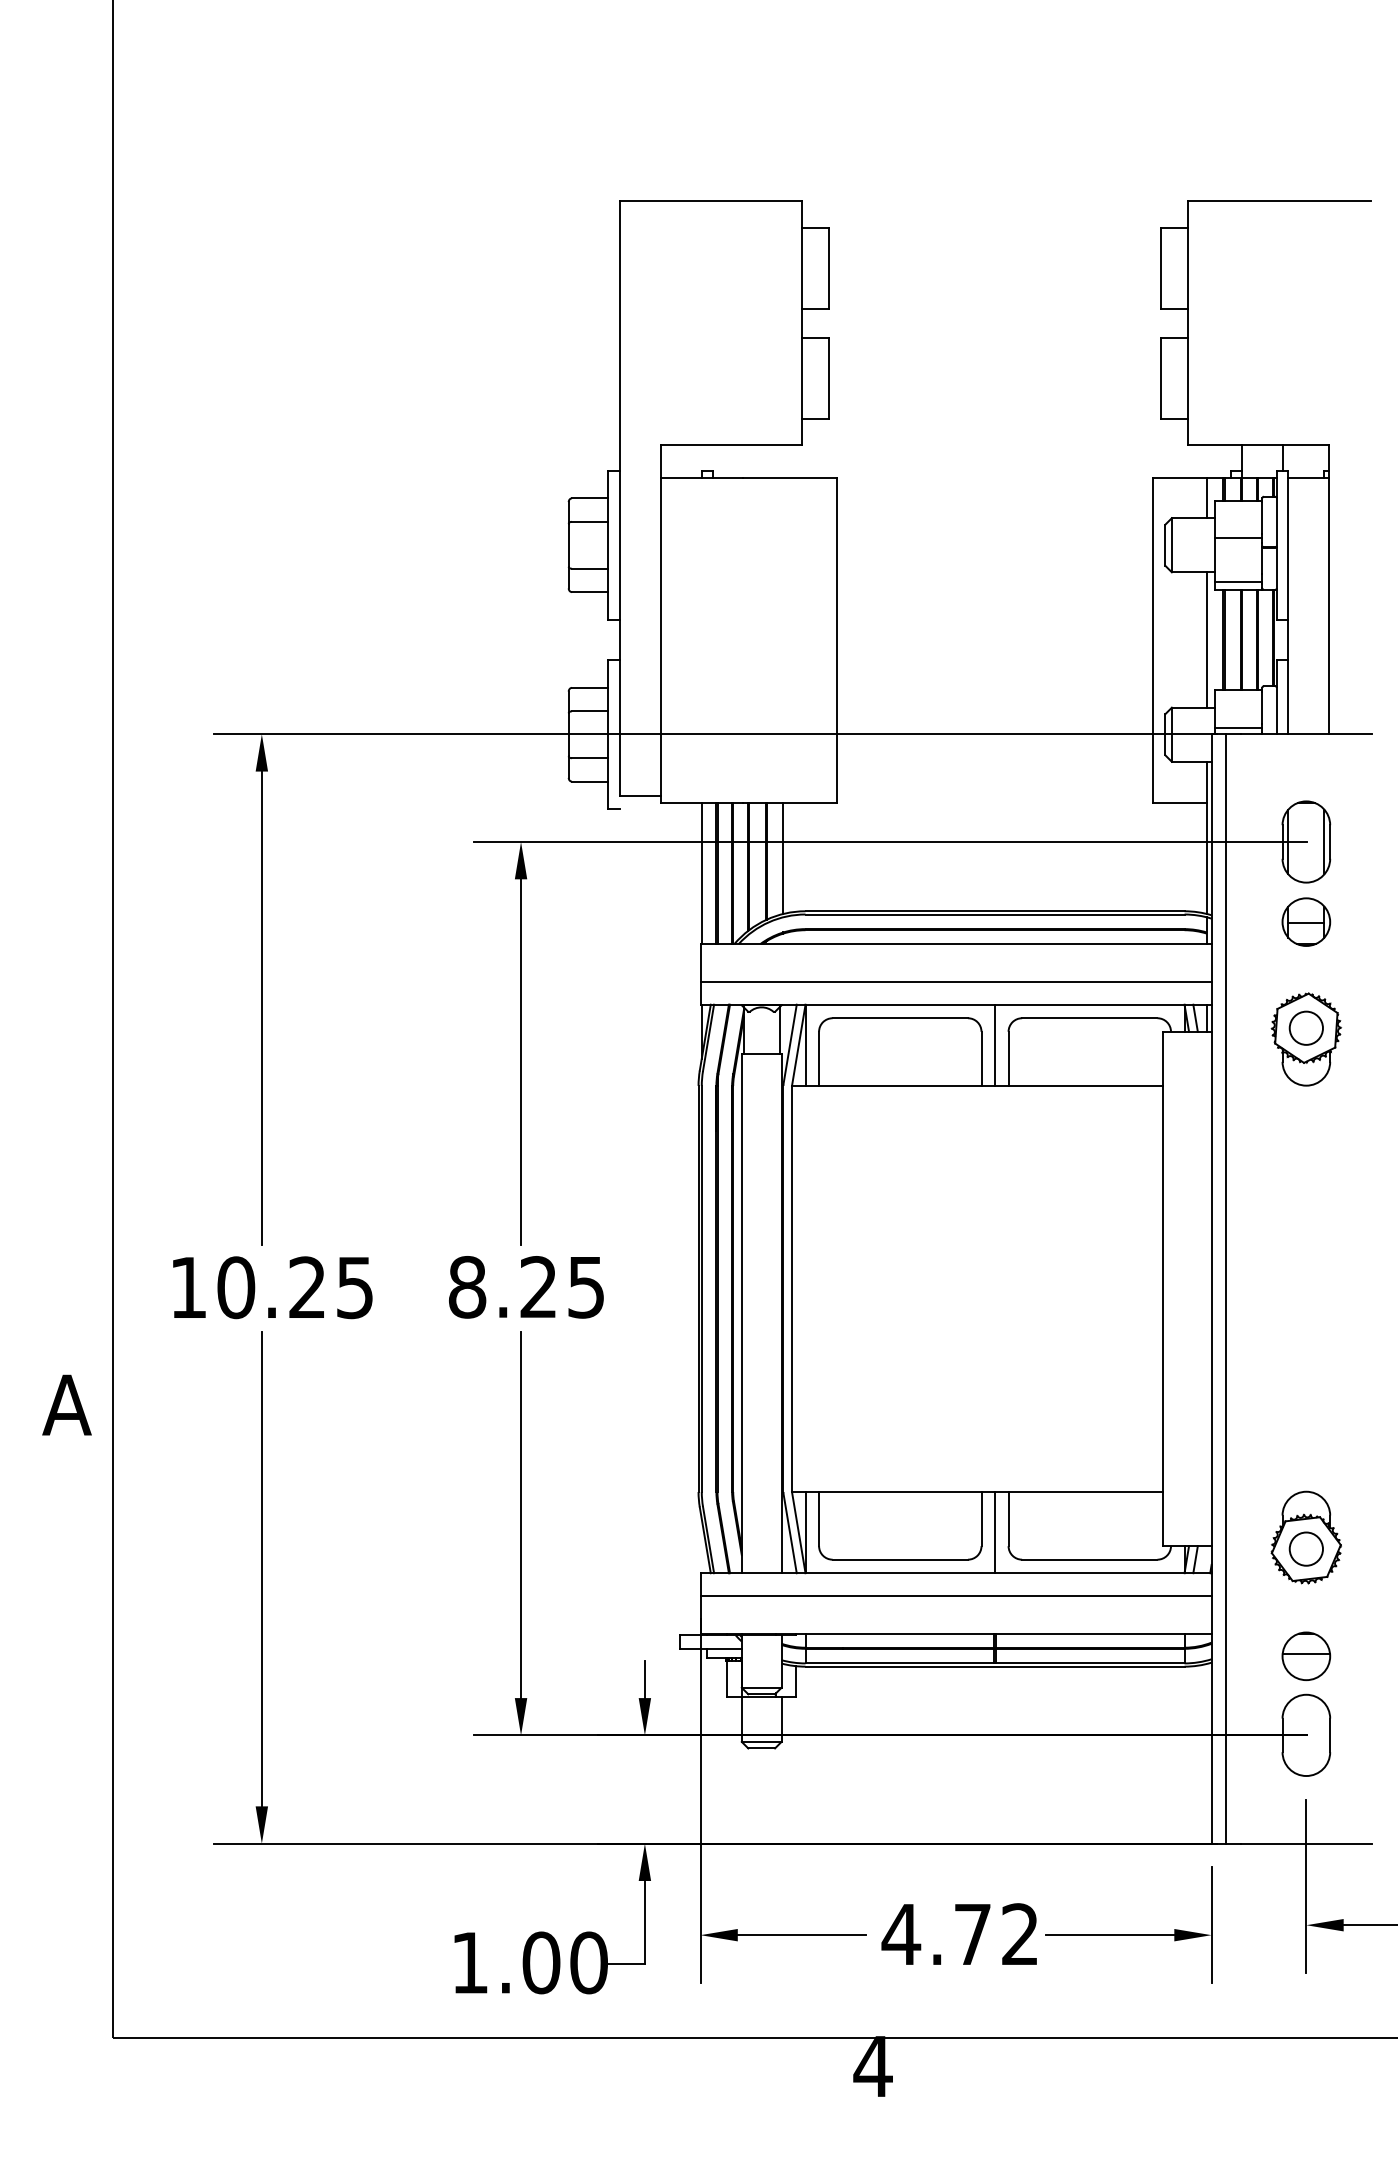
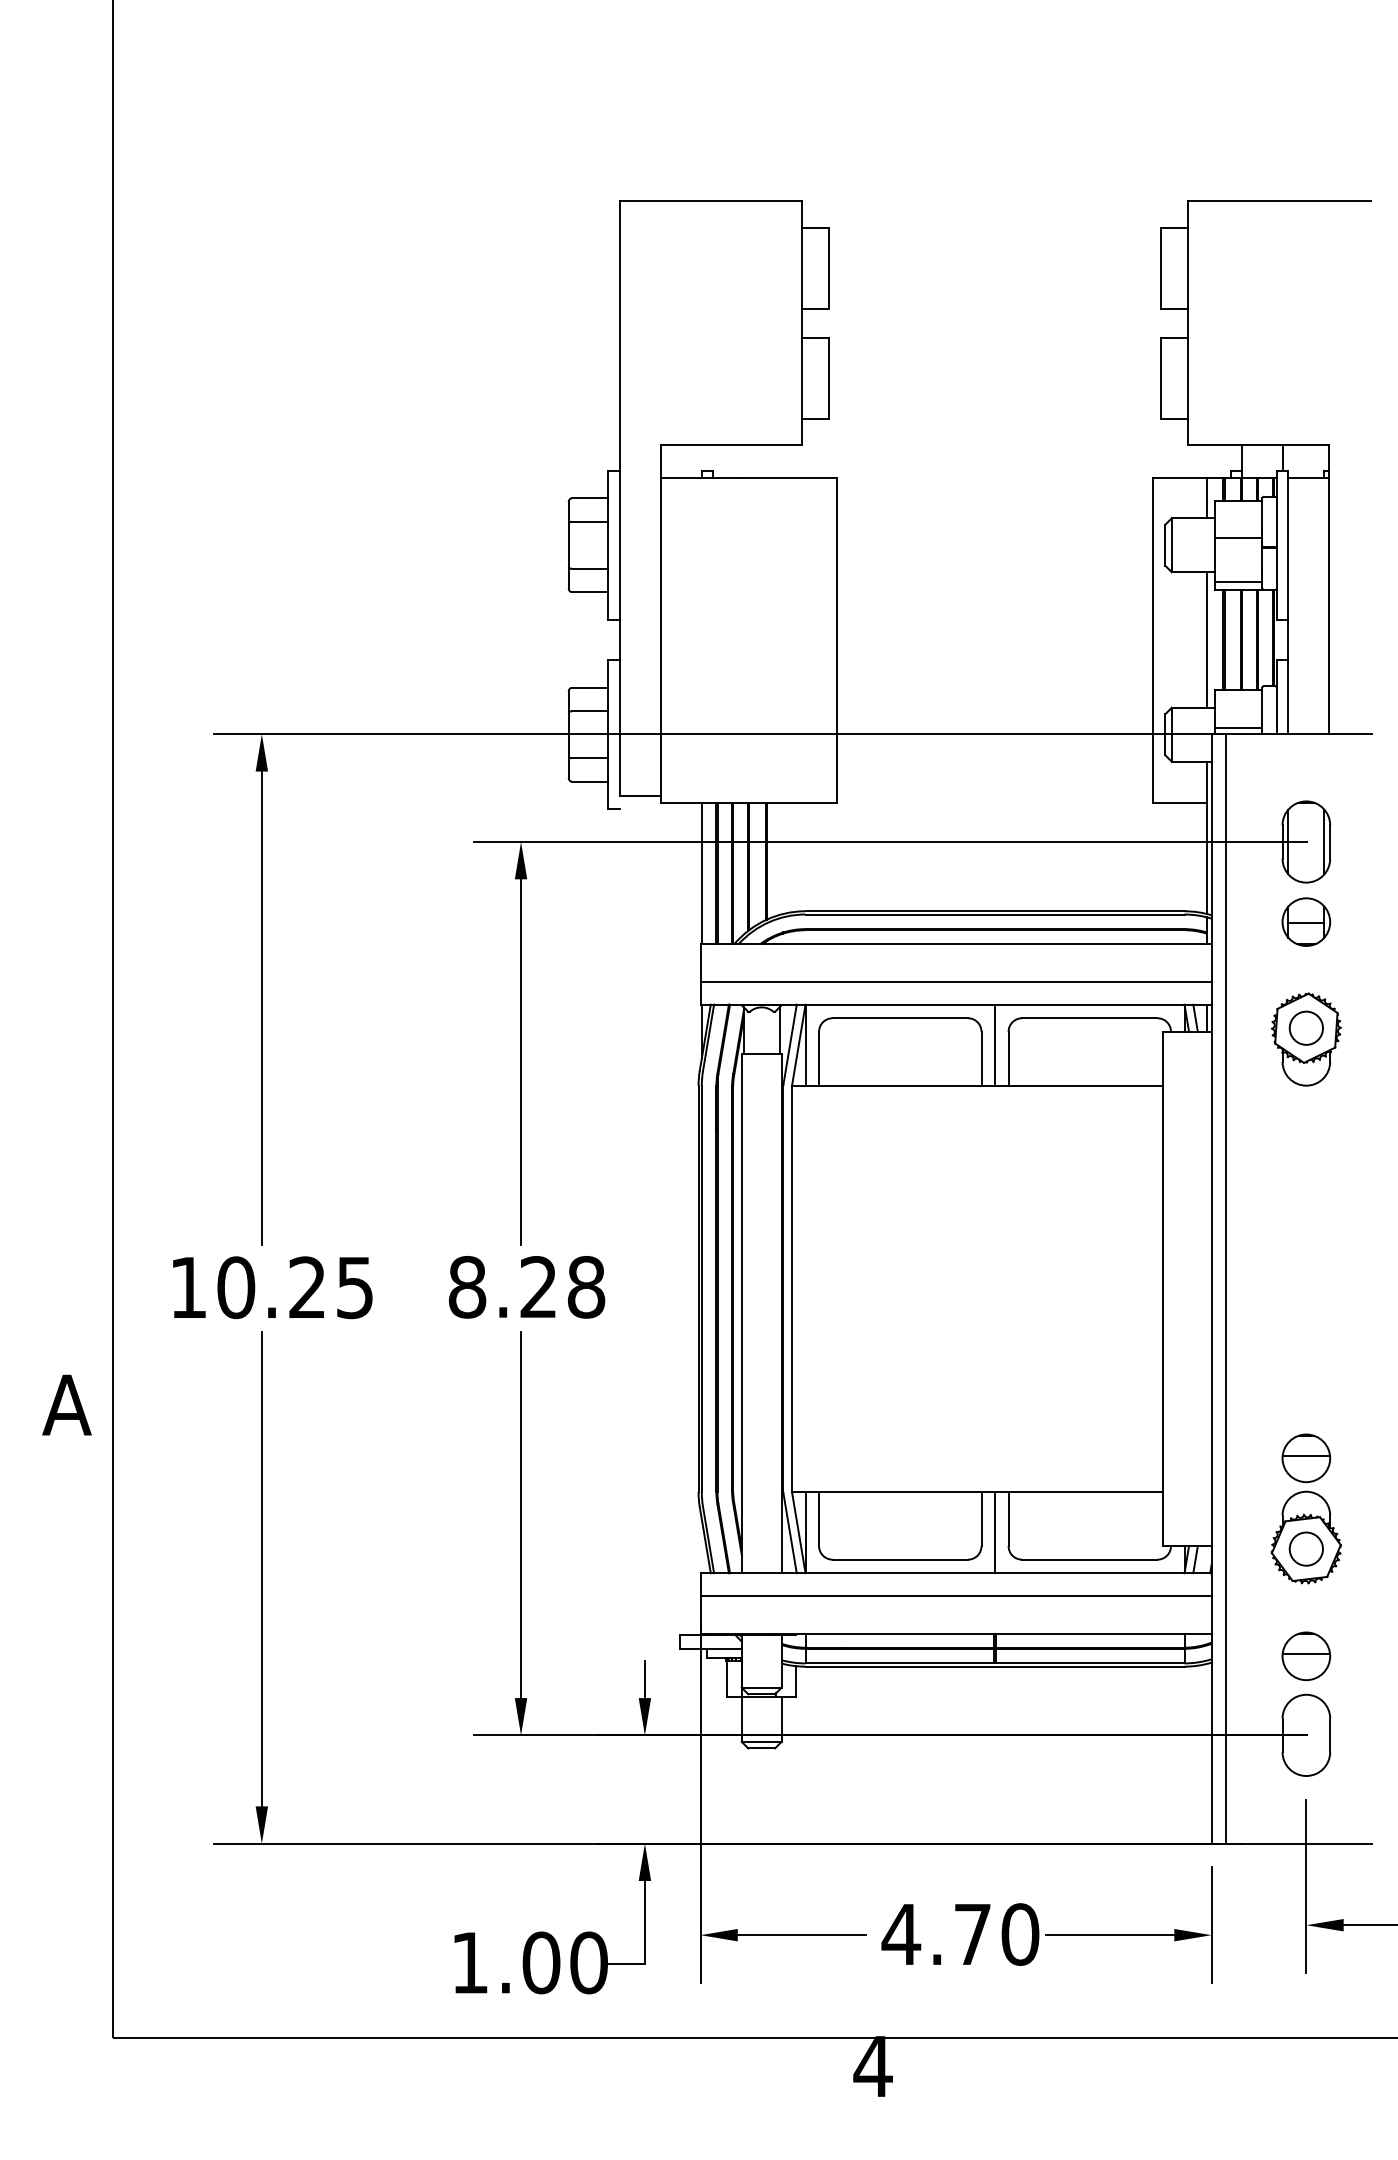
line at (783, 857): present -> none
text at (586, 1287): 8.25 -> 8.28
part at (1306, 1458): none -> present
text at (1020, 1934): 4.72 -> 4.70
